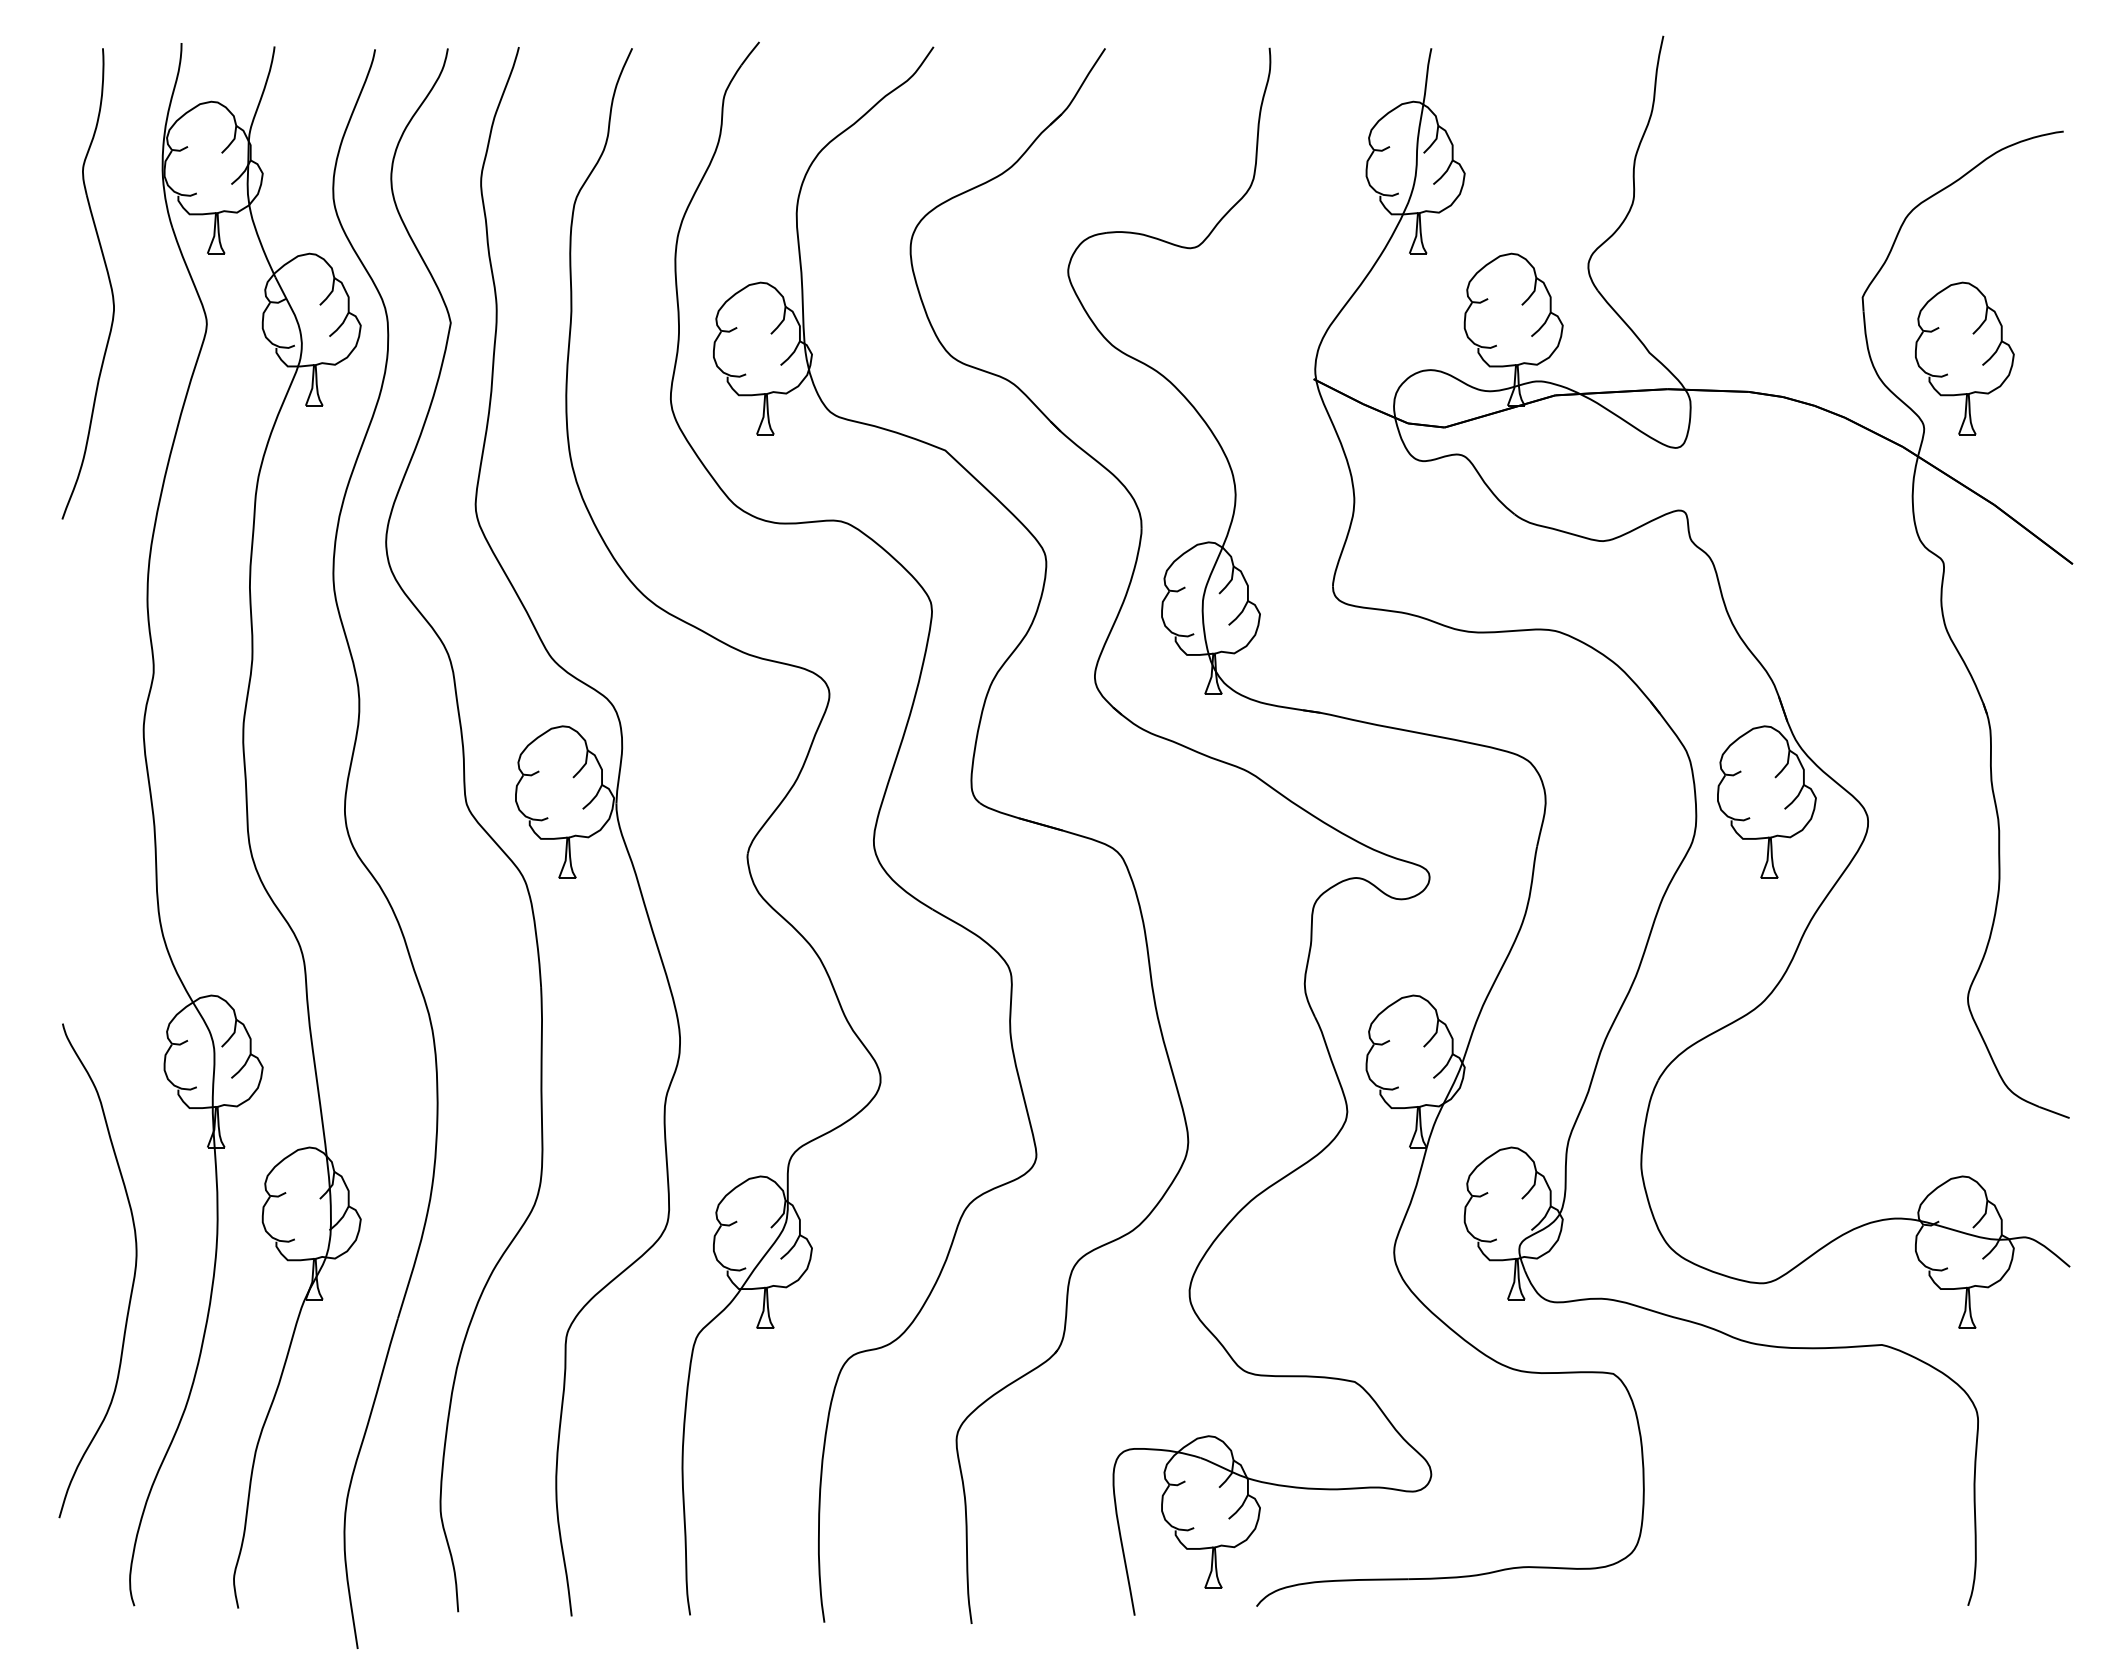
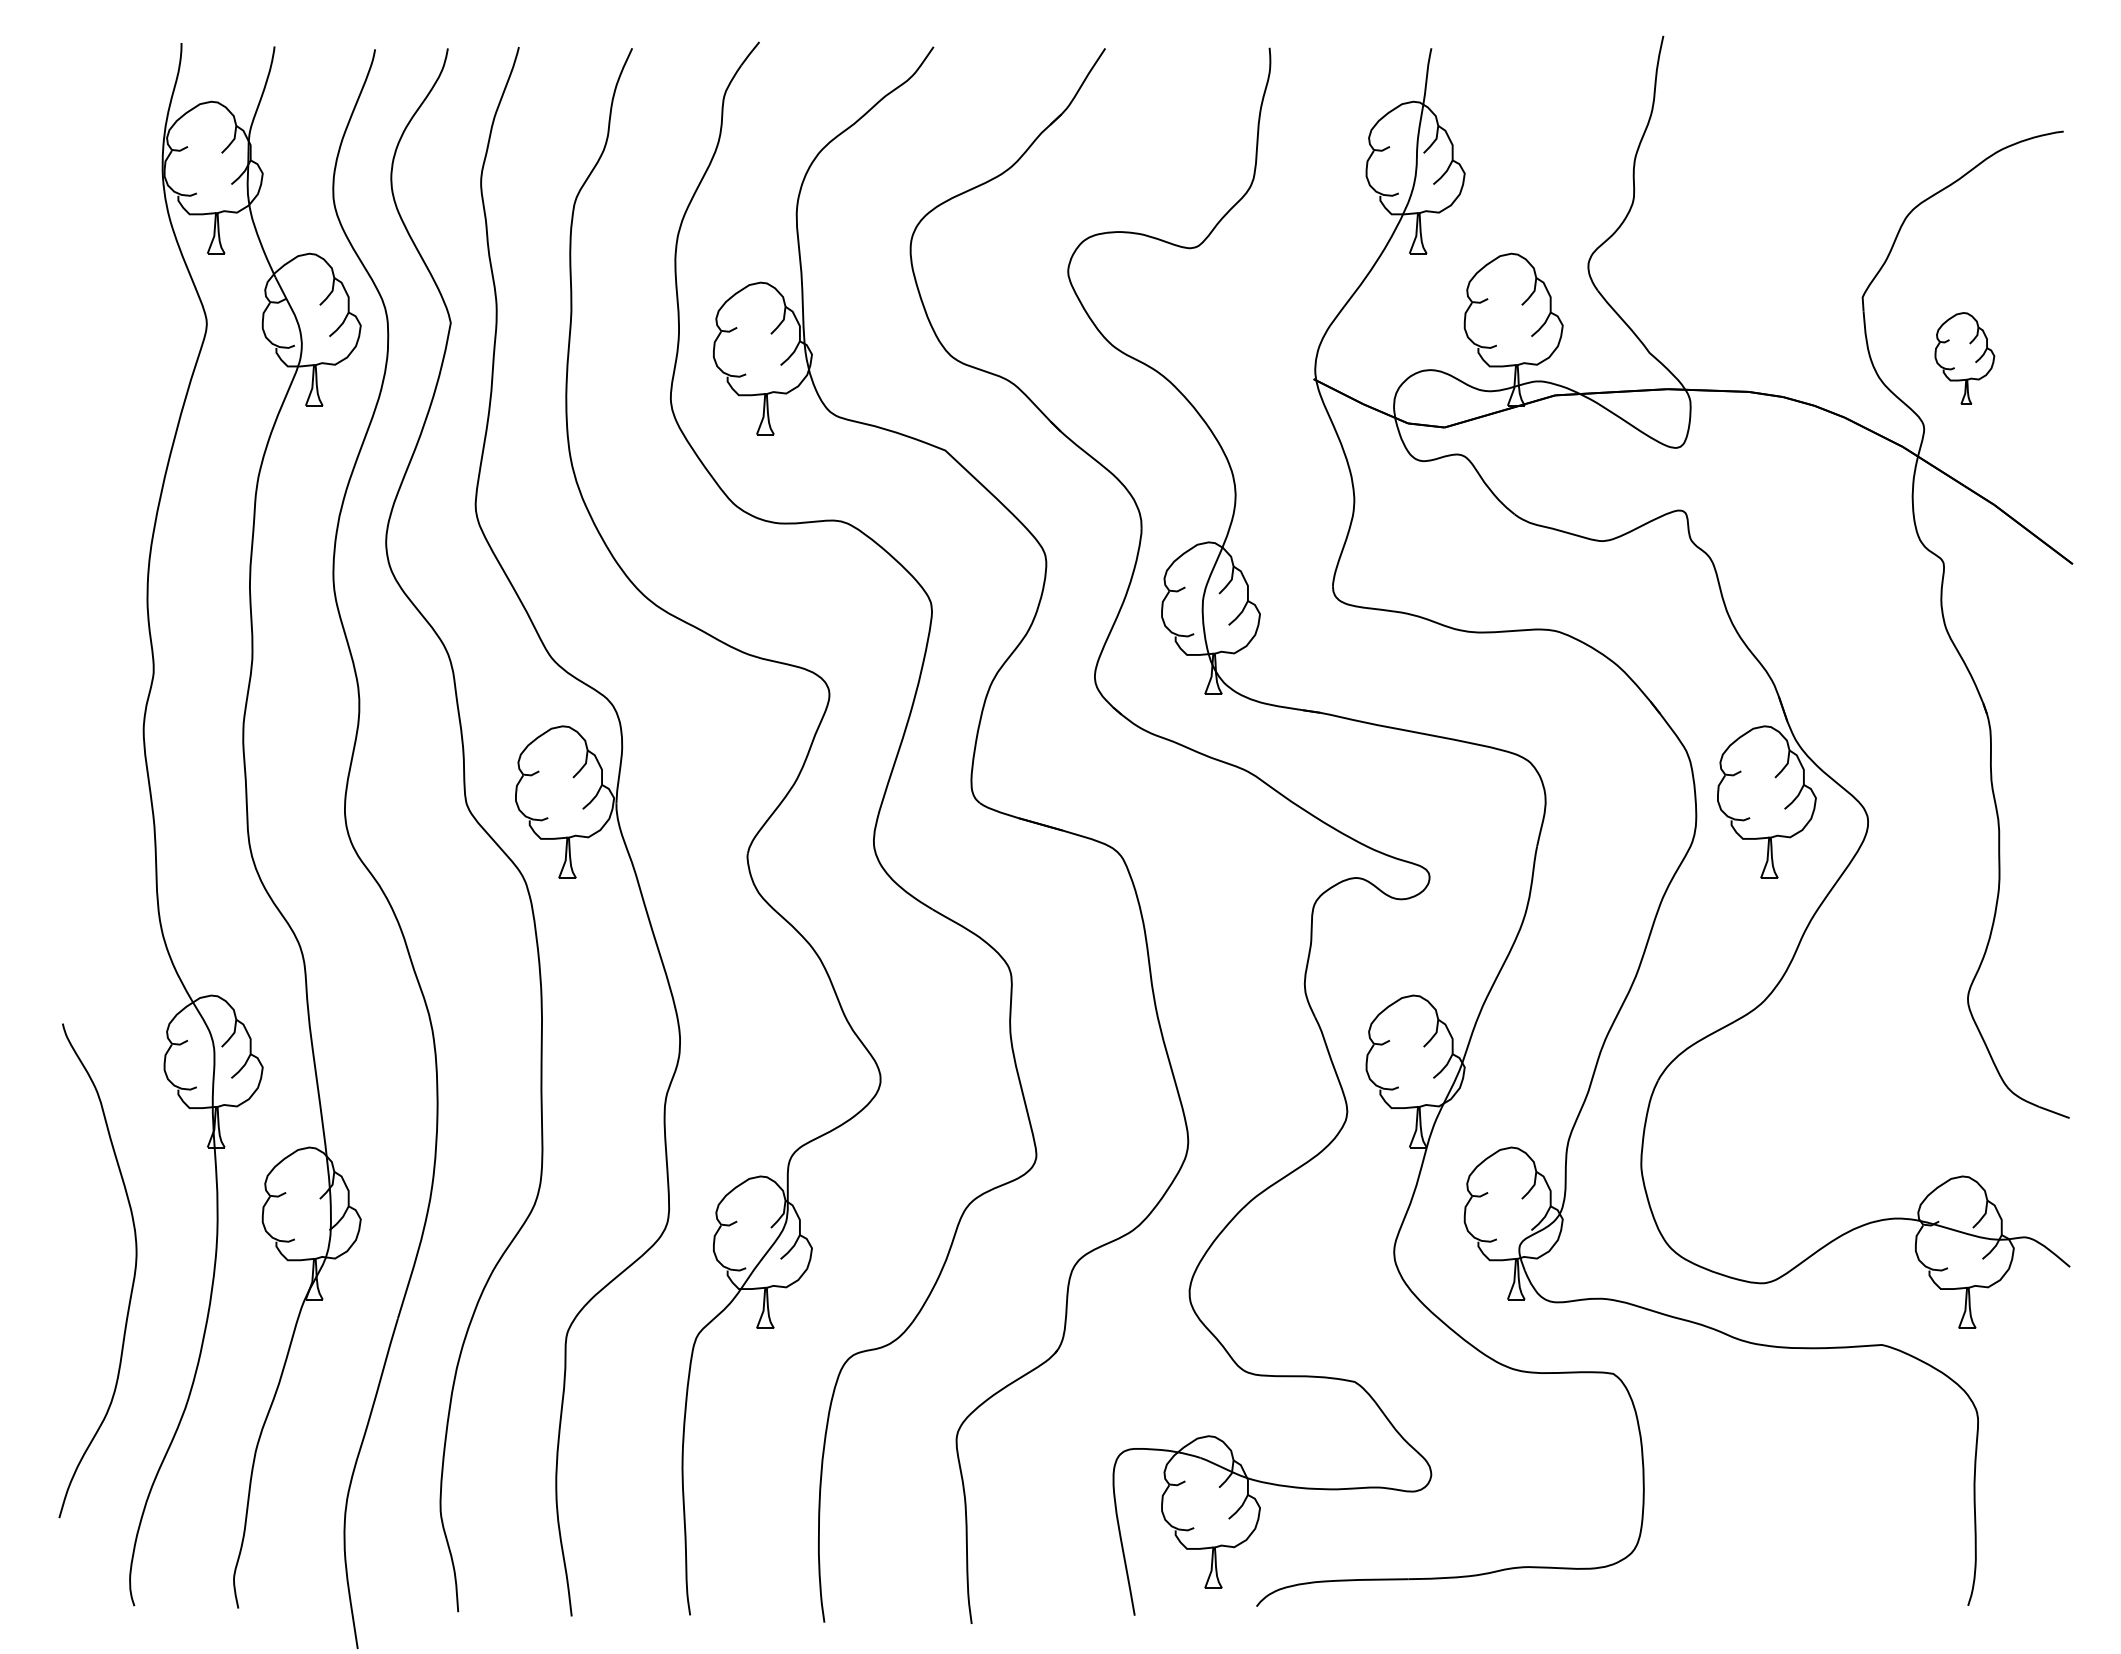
part at (107, 276): present -> none
part at (1964, 358) size: 100x155 px -> 62x93 px
